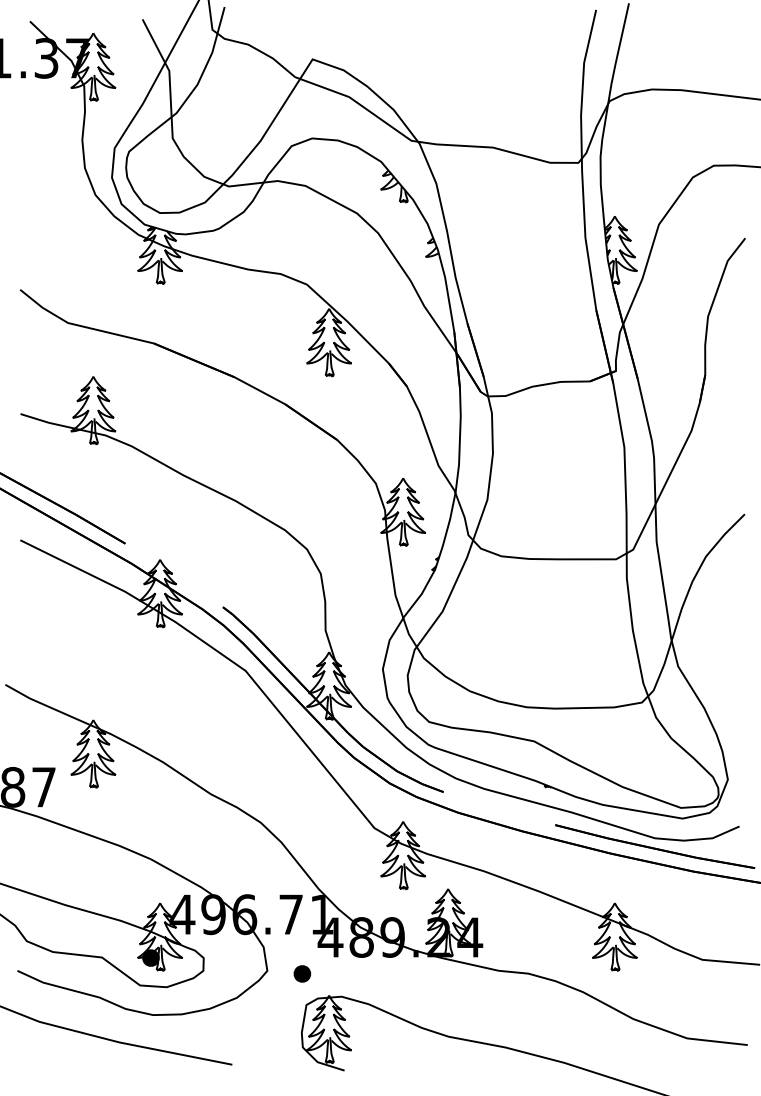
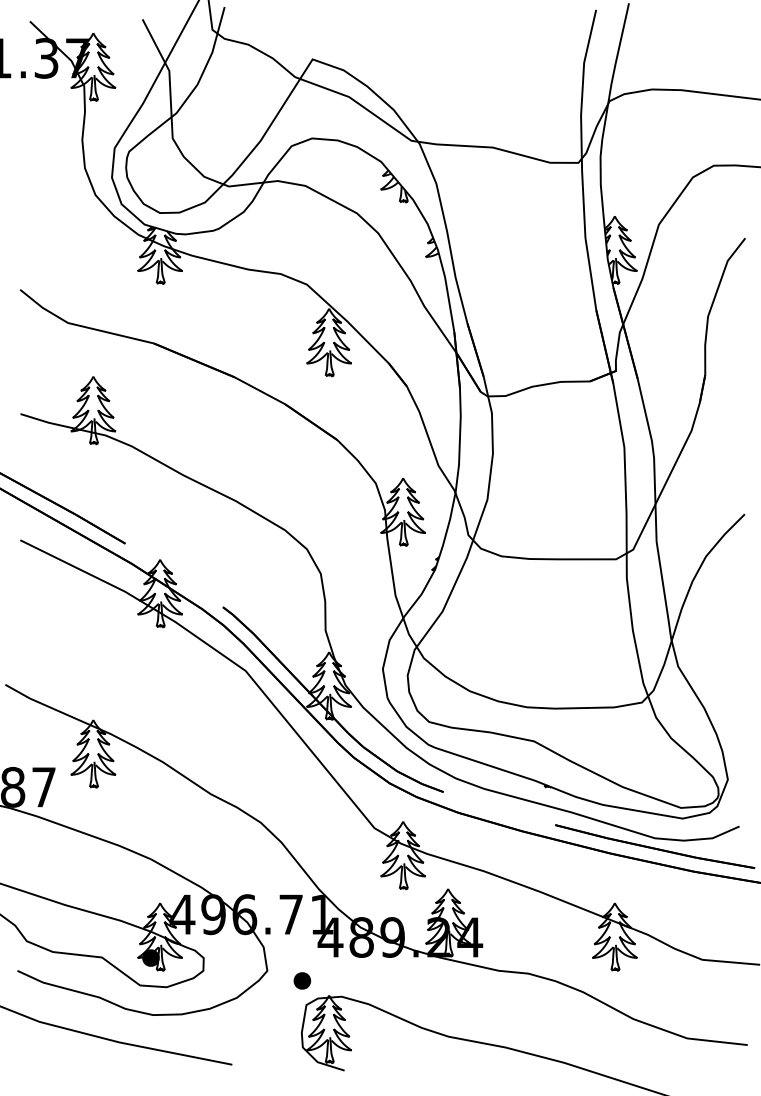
part at (302, 973) position: (302, 973) -> (302, 980)
